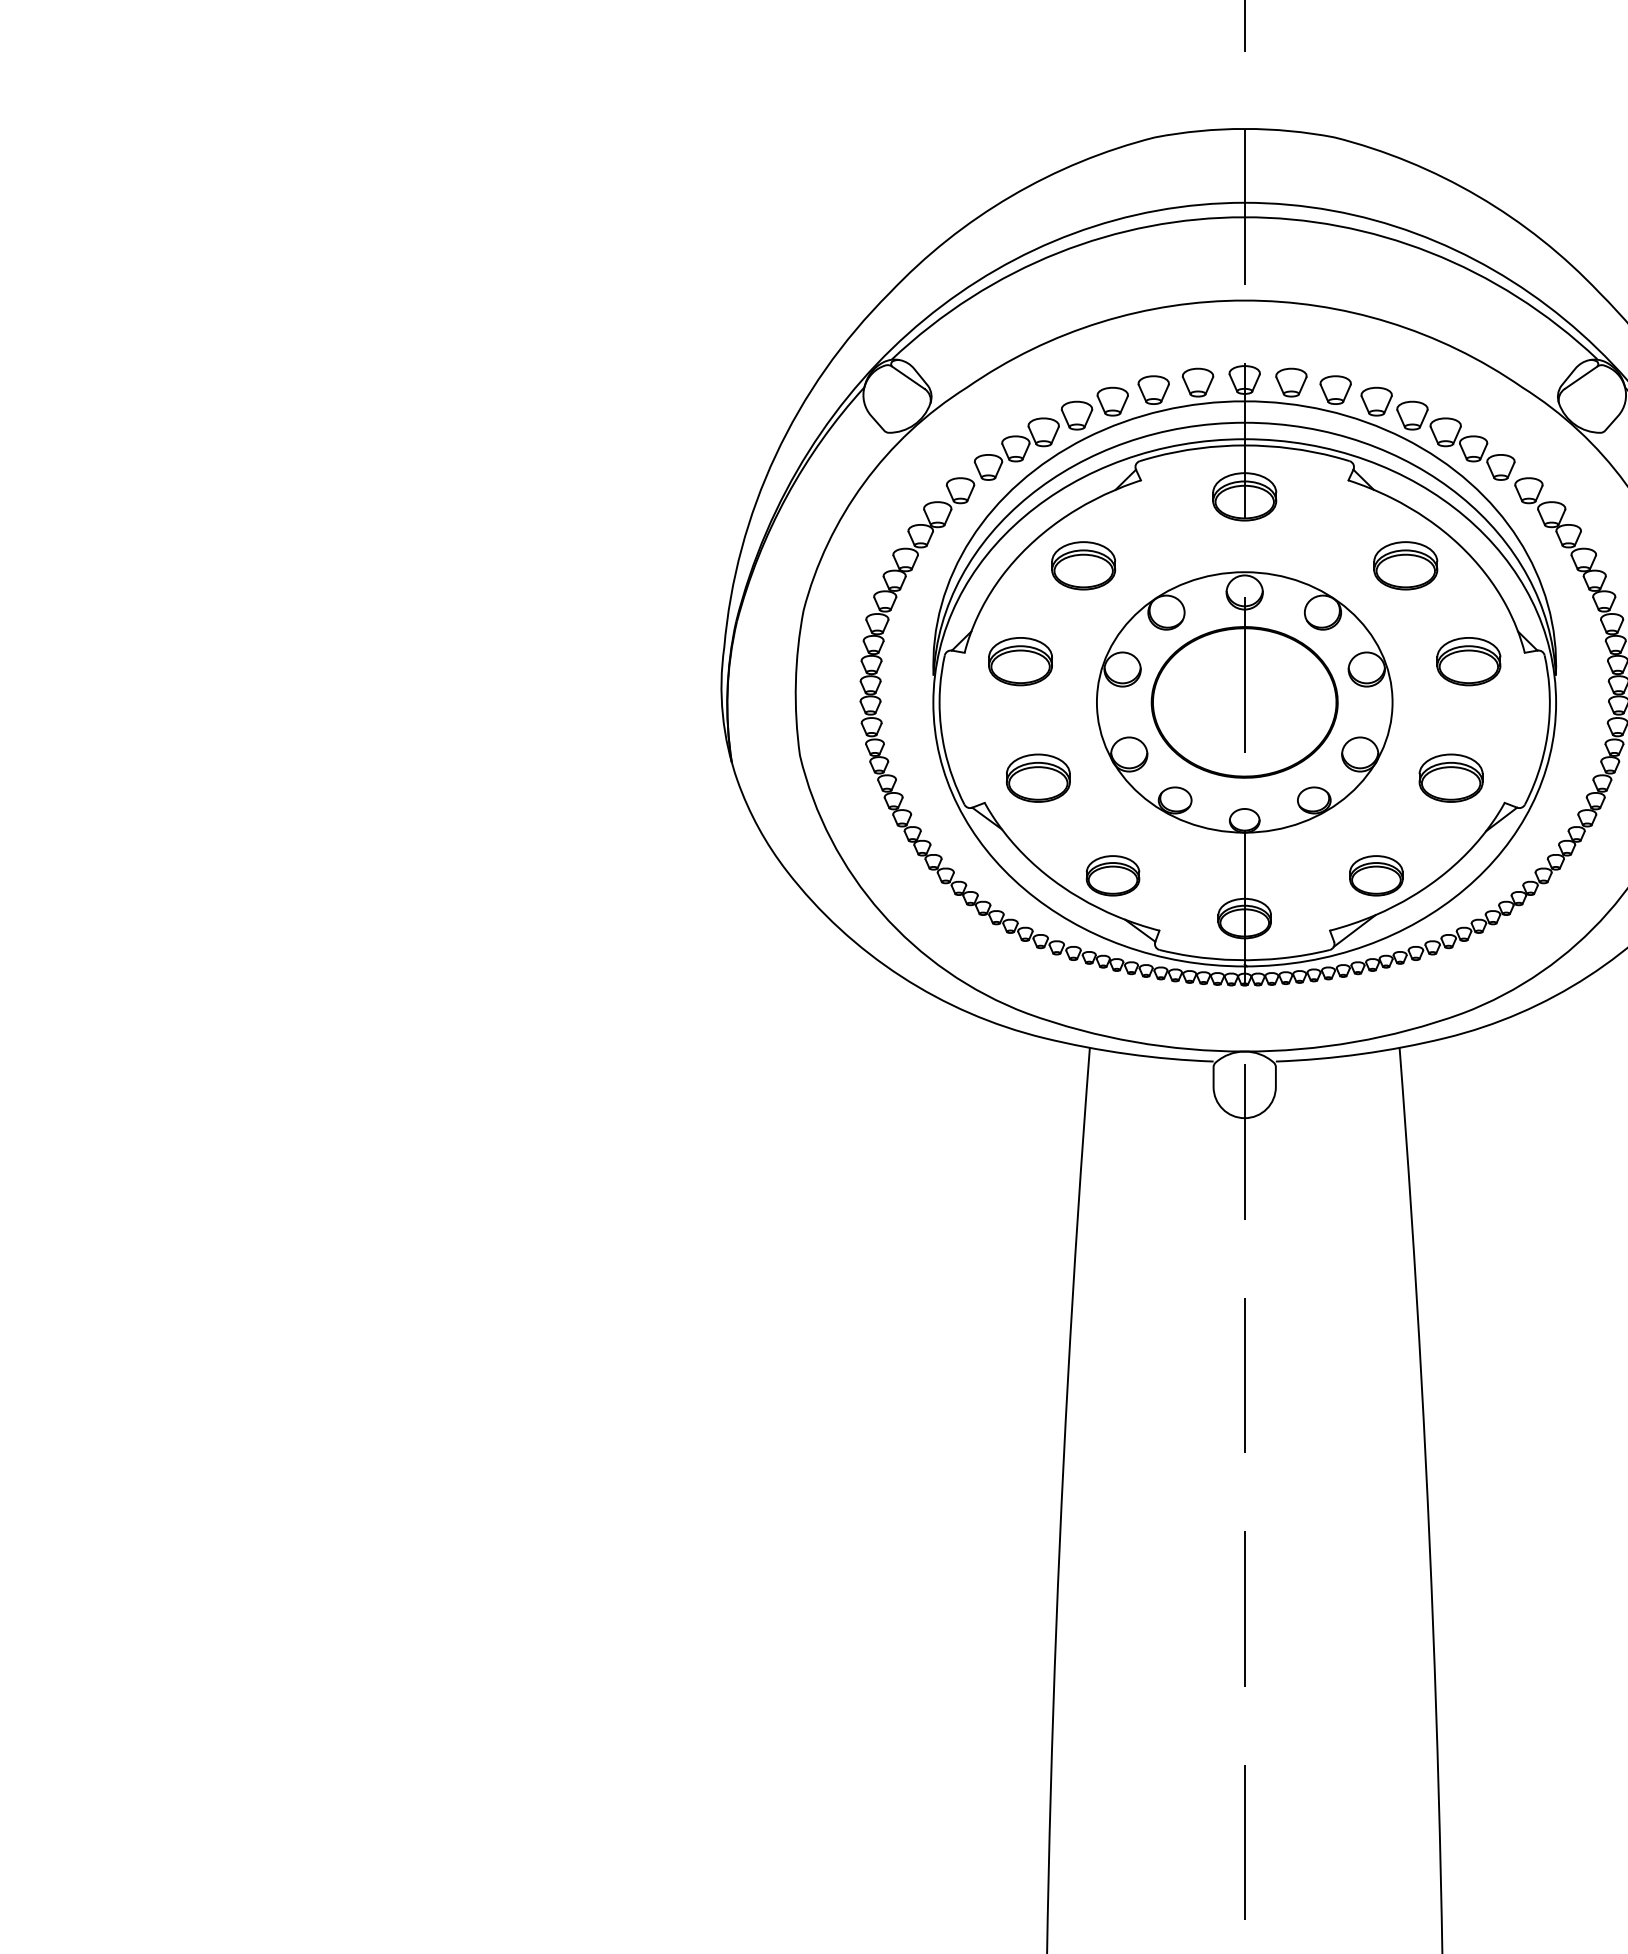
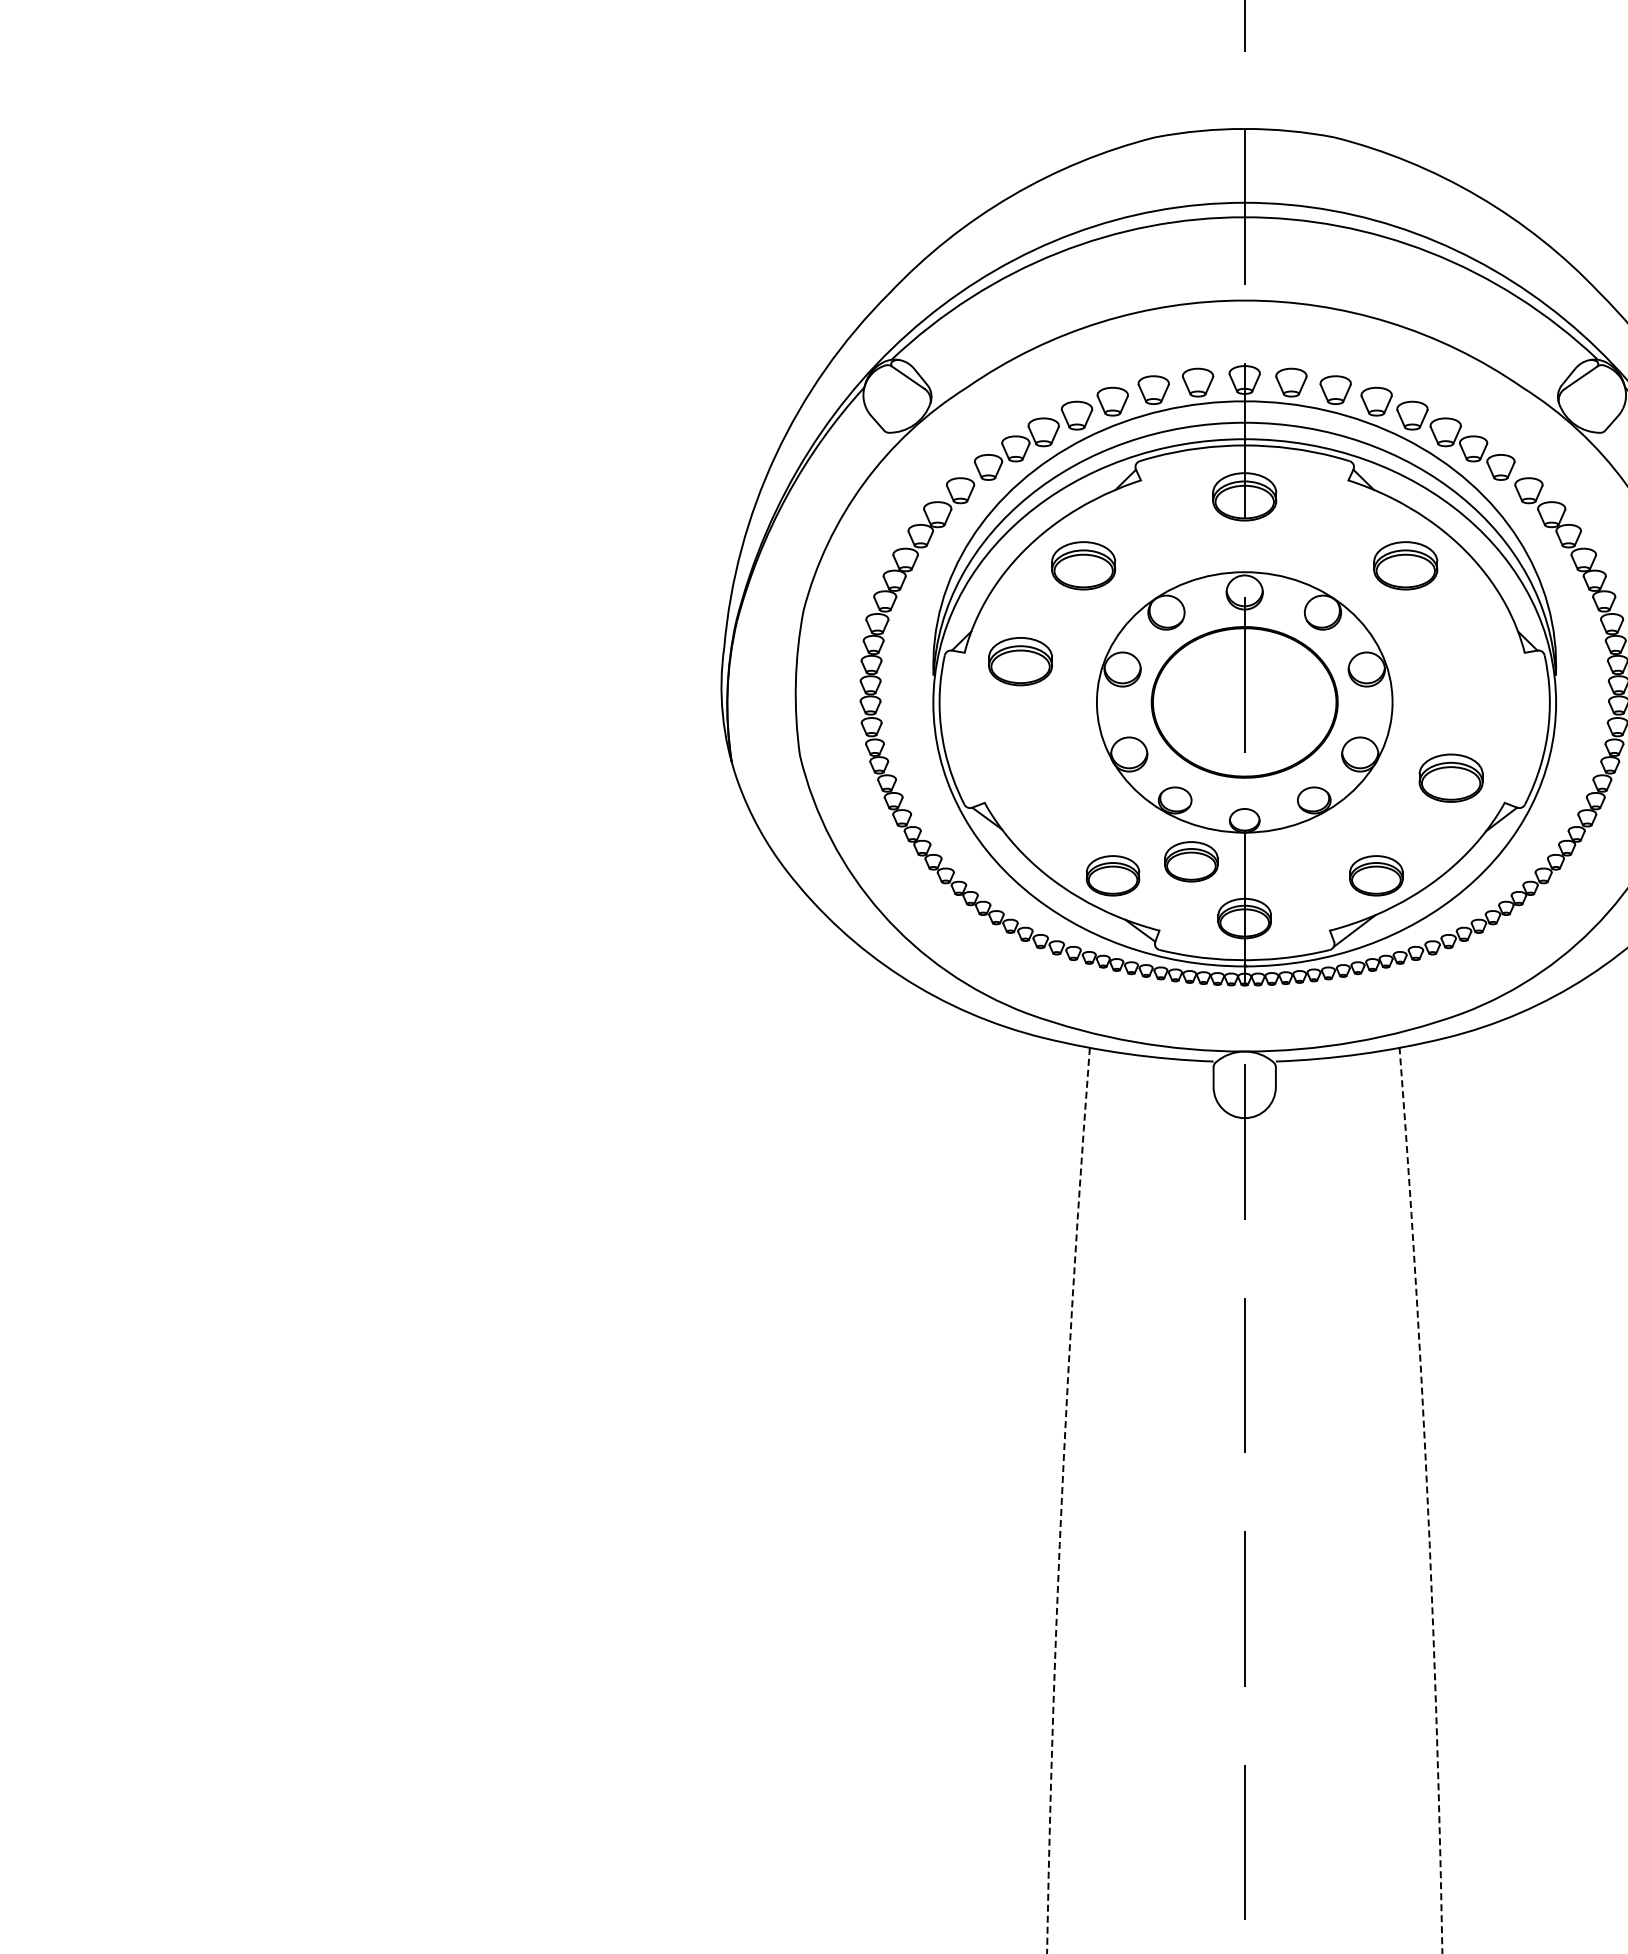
part at (1468, 661): present -> none
part at (1038, 777): present -> none
part at (1191, 861): none -> present
arc at (1427, 1500): solid -> dashed
arc at (1061, 1501): solid -> dashed
